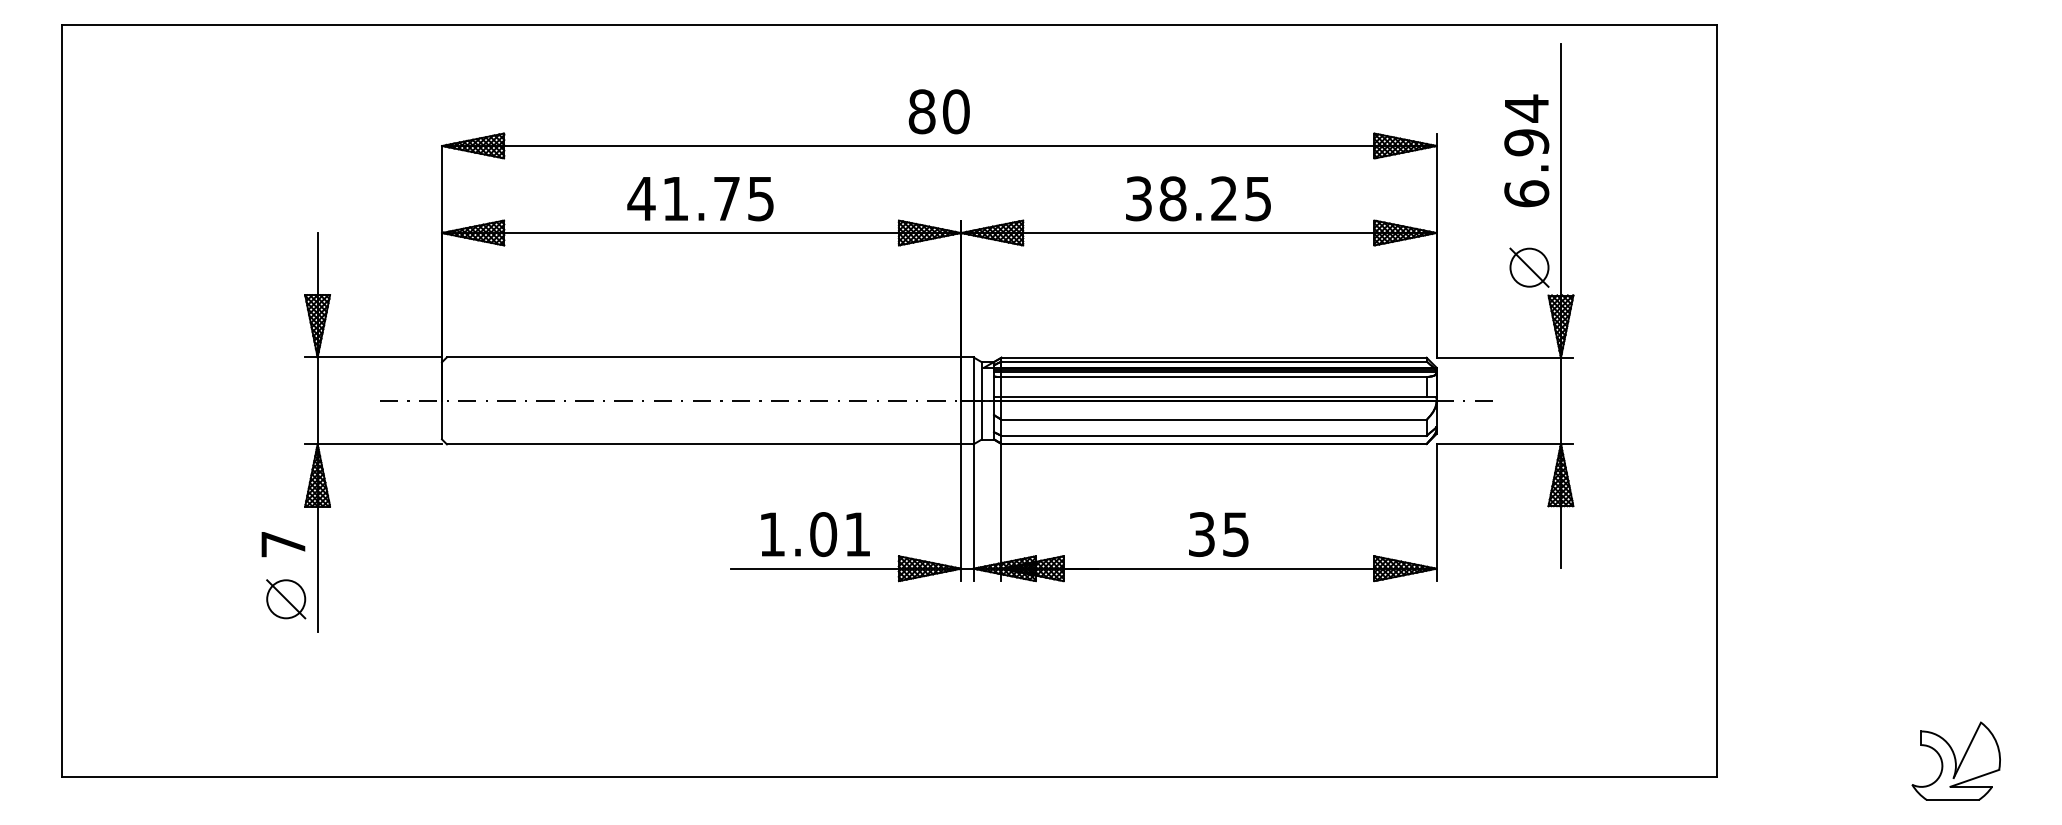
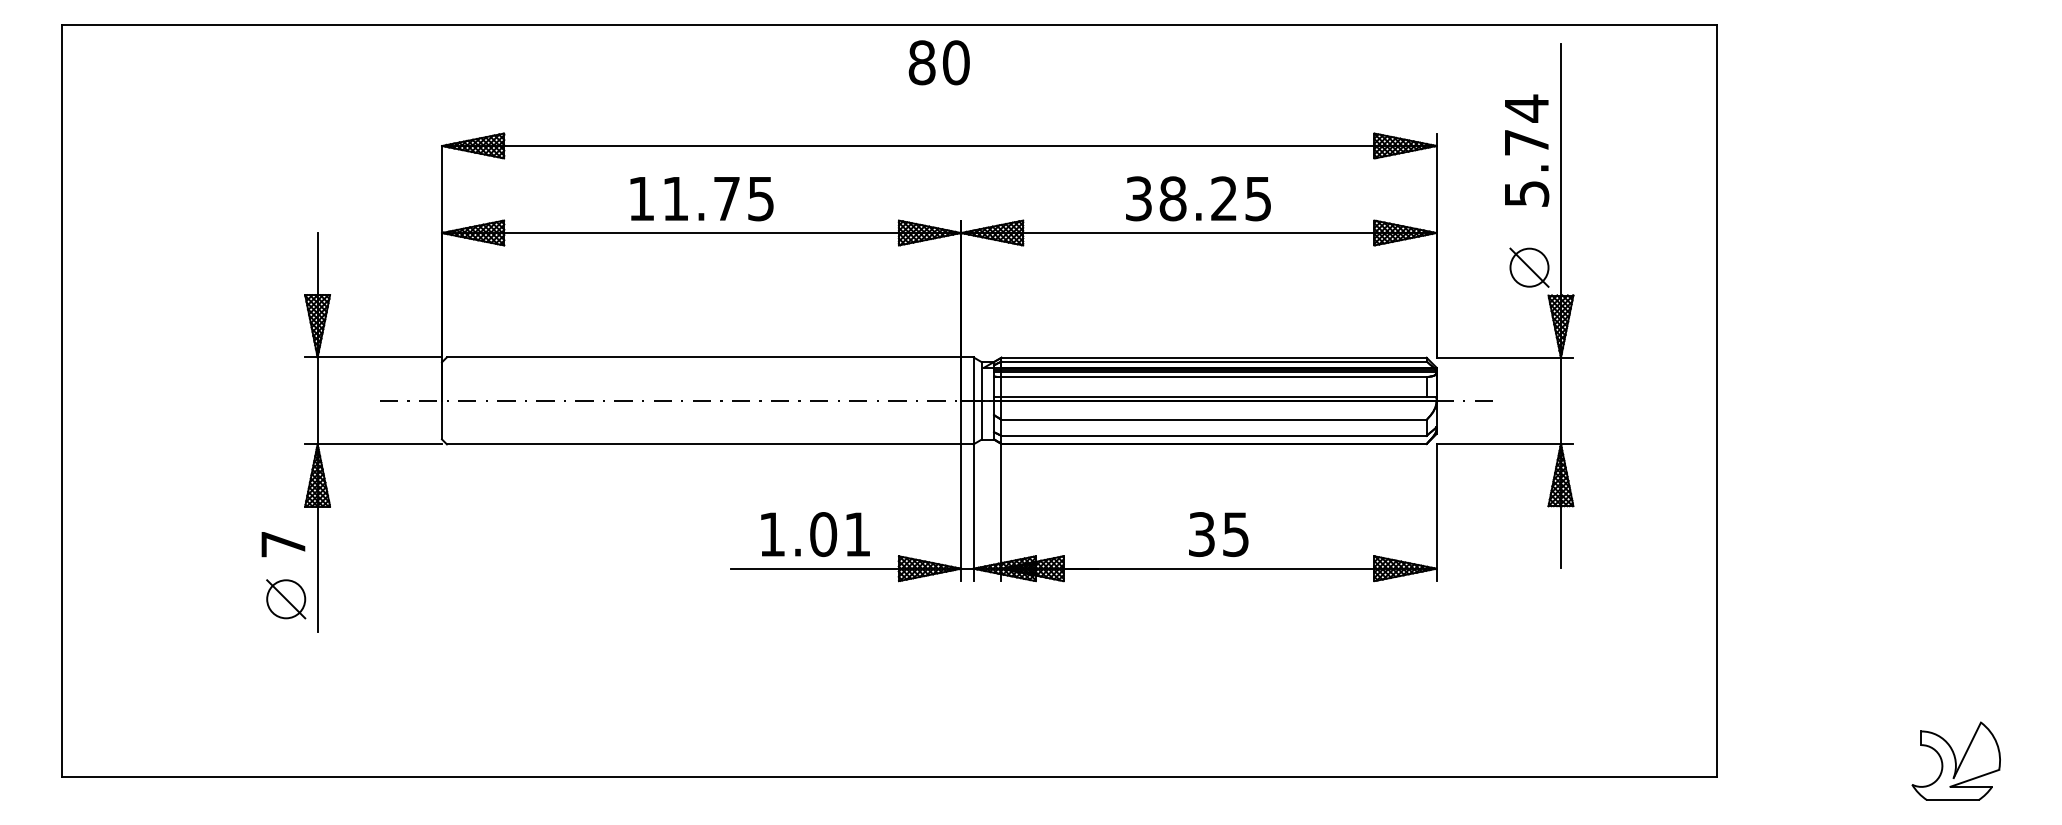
text at (938, 111) position: (938, 111) -> (938, 62)
text at (1526, 168): 6.94 -> 5.74
text at (641, 198): 41.75 -> 11.75
